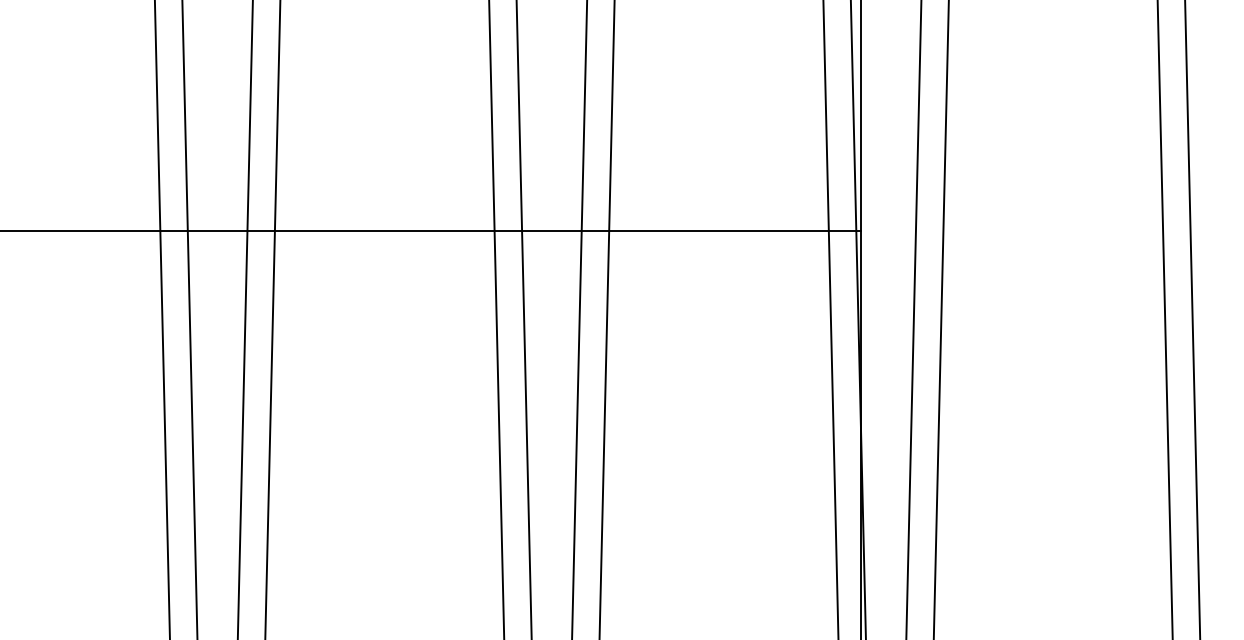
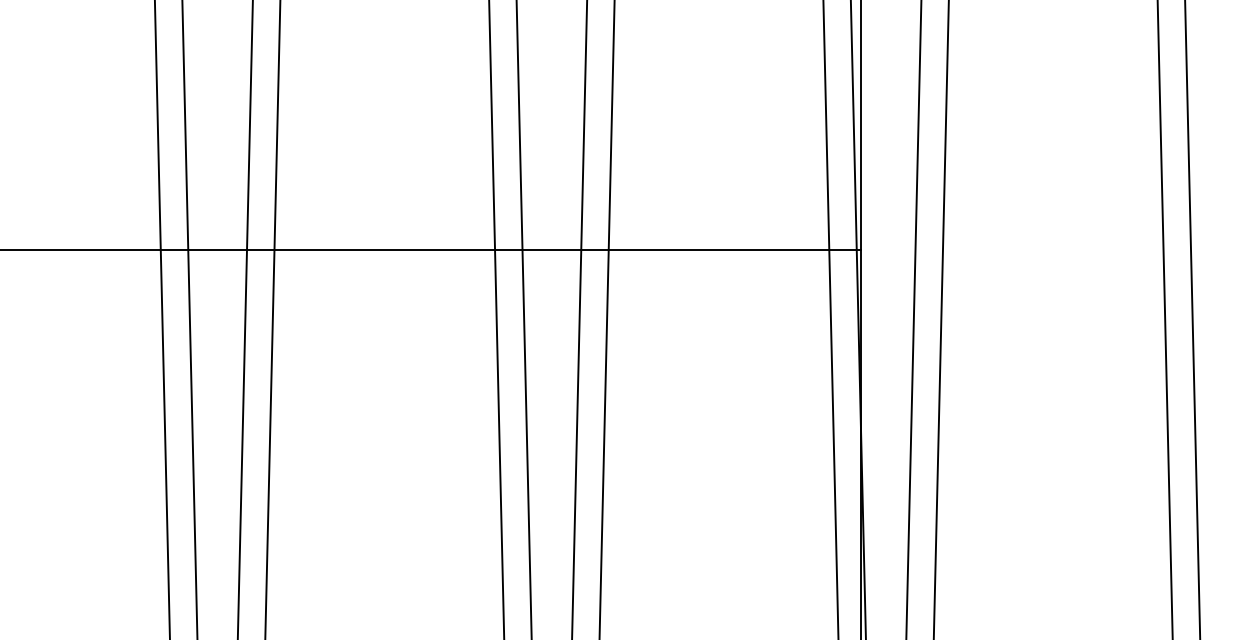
line at (431, 230) position: (431, 230) -> (431, 249)
